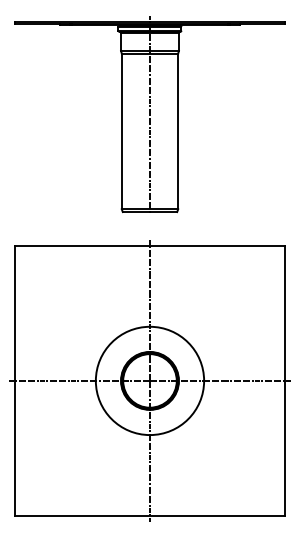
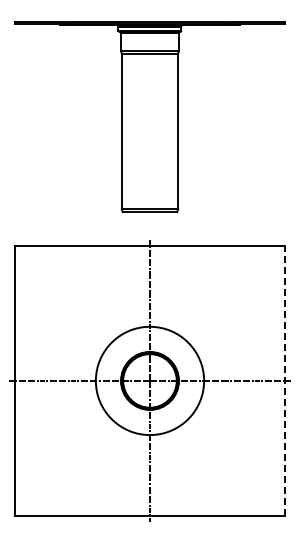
line at (149, 114): present -> none
line at (285, 380): solid -> dashed
